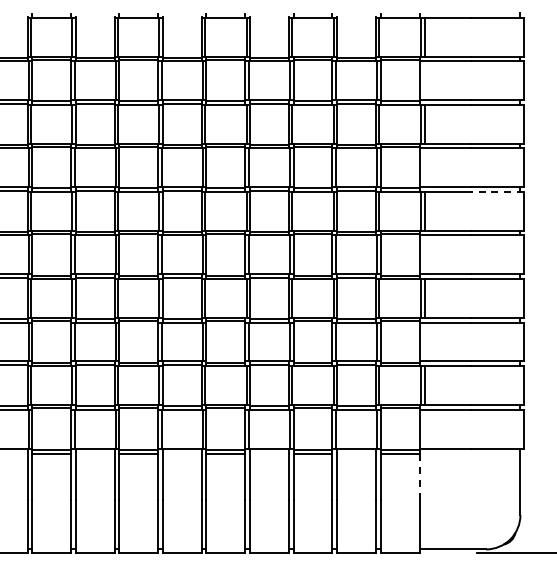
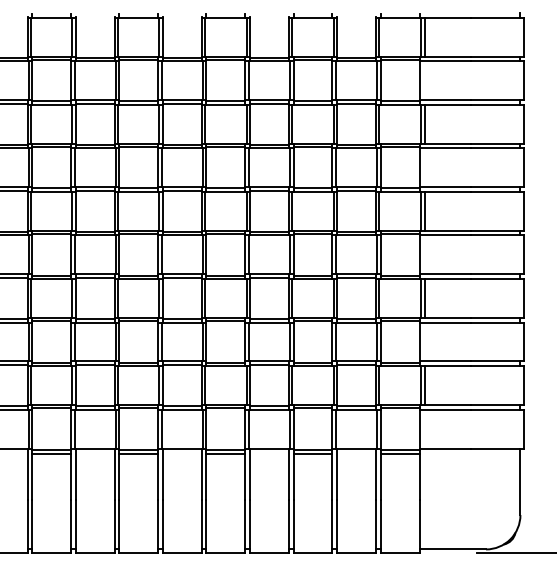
line at (497, 191): dashed -> solid
line at (419, 477): dashed -> solid
